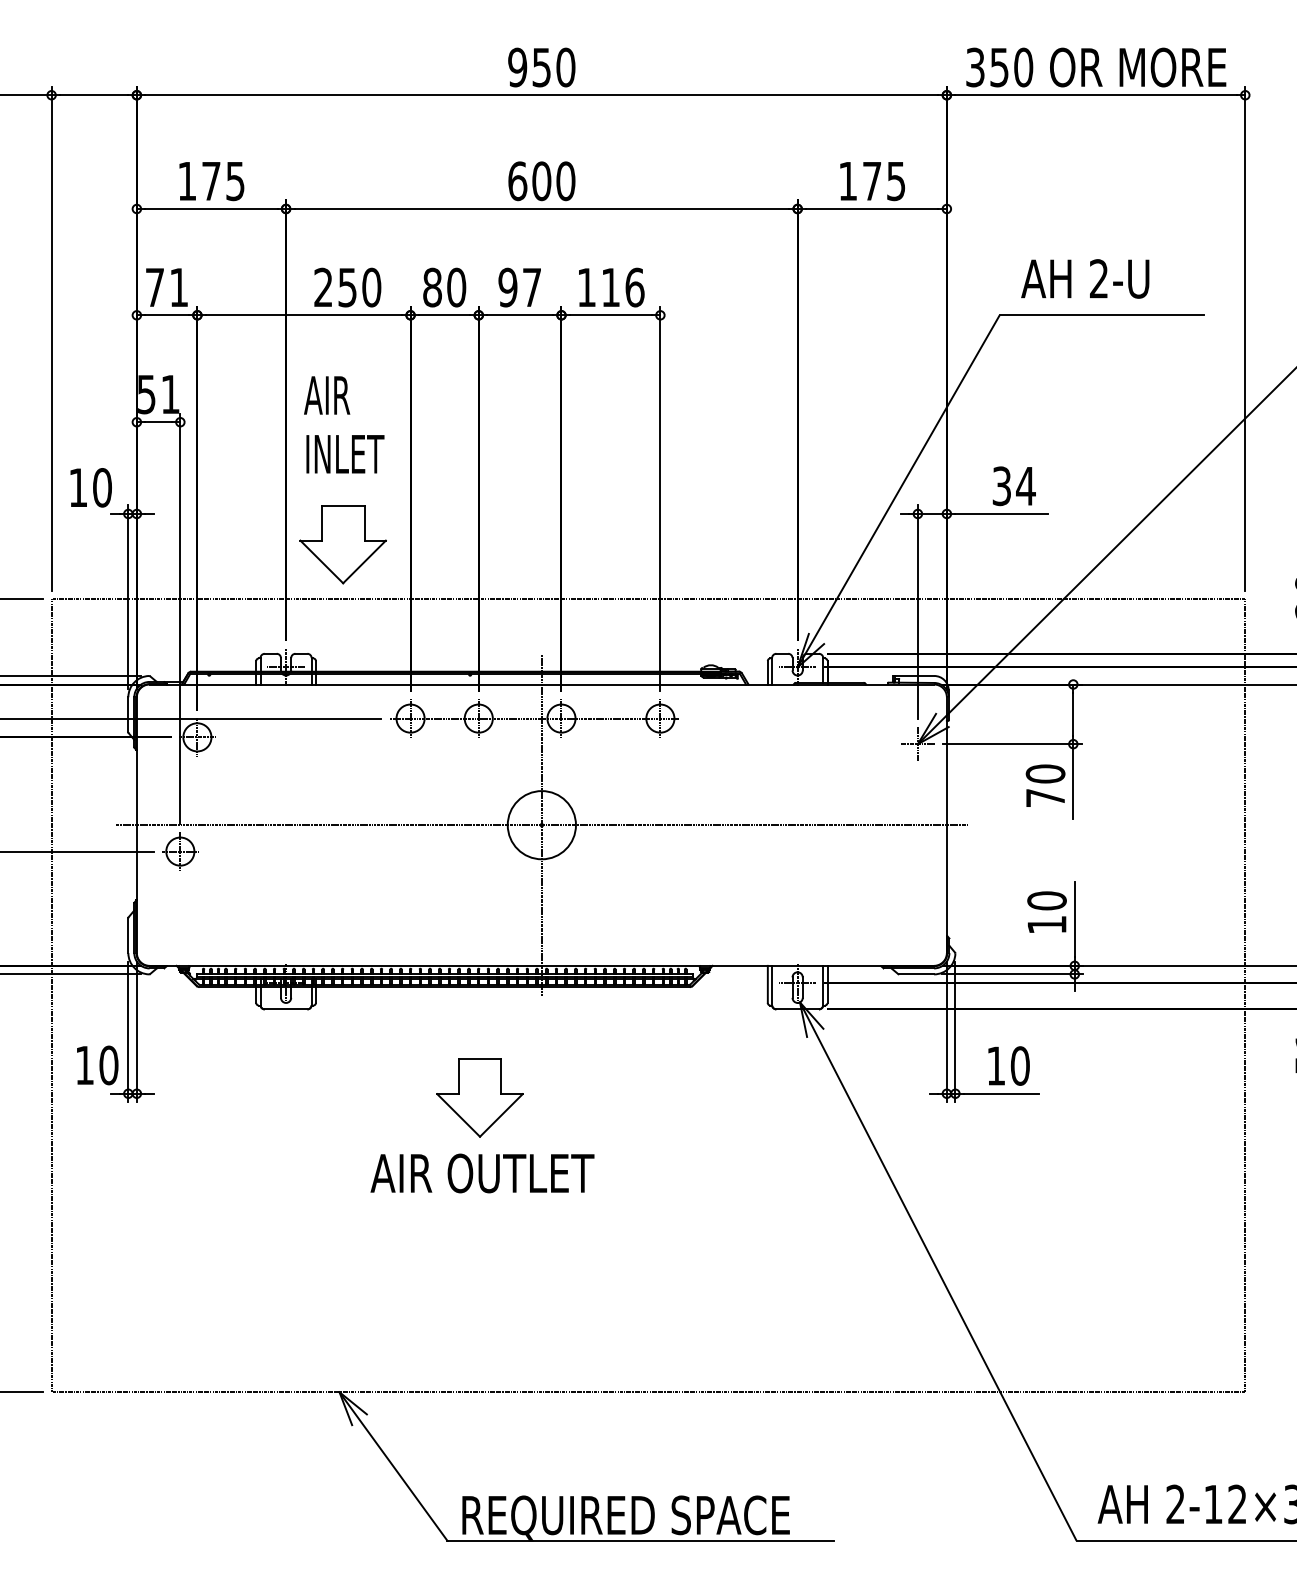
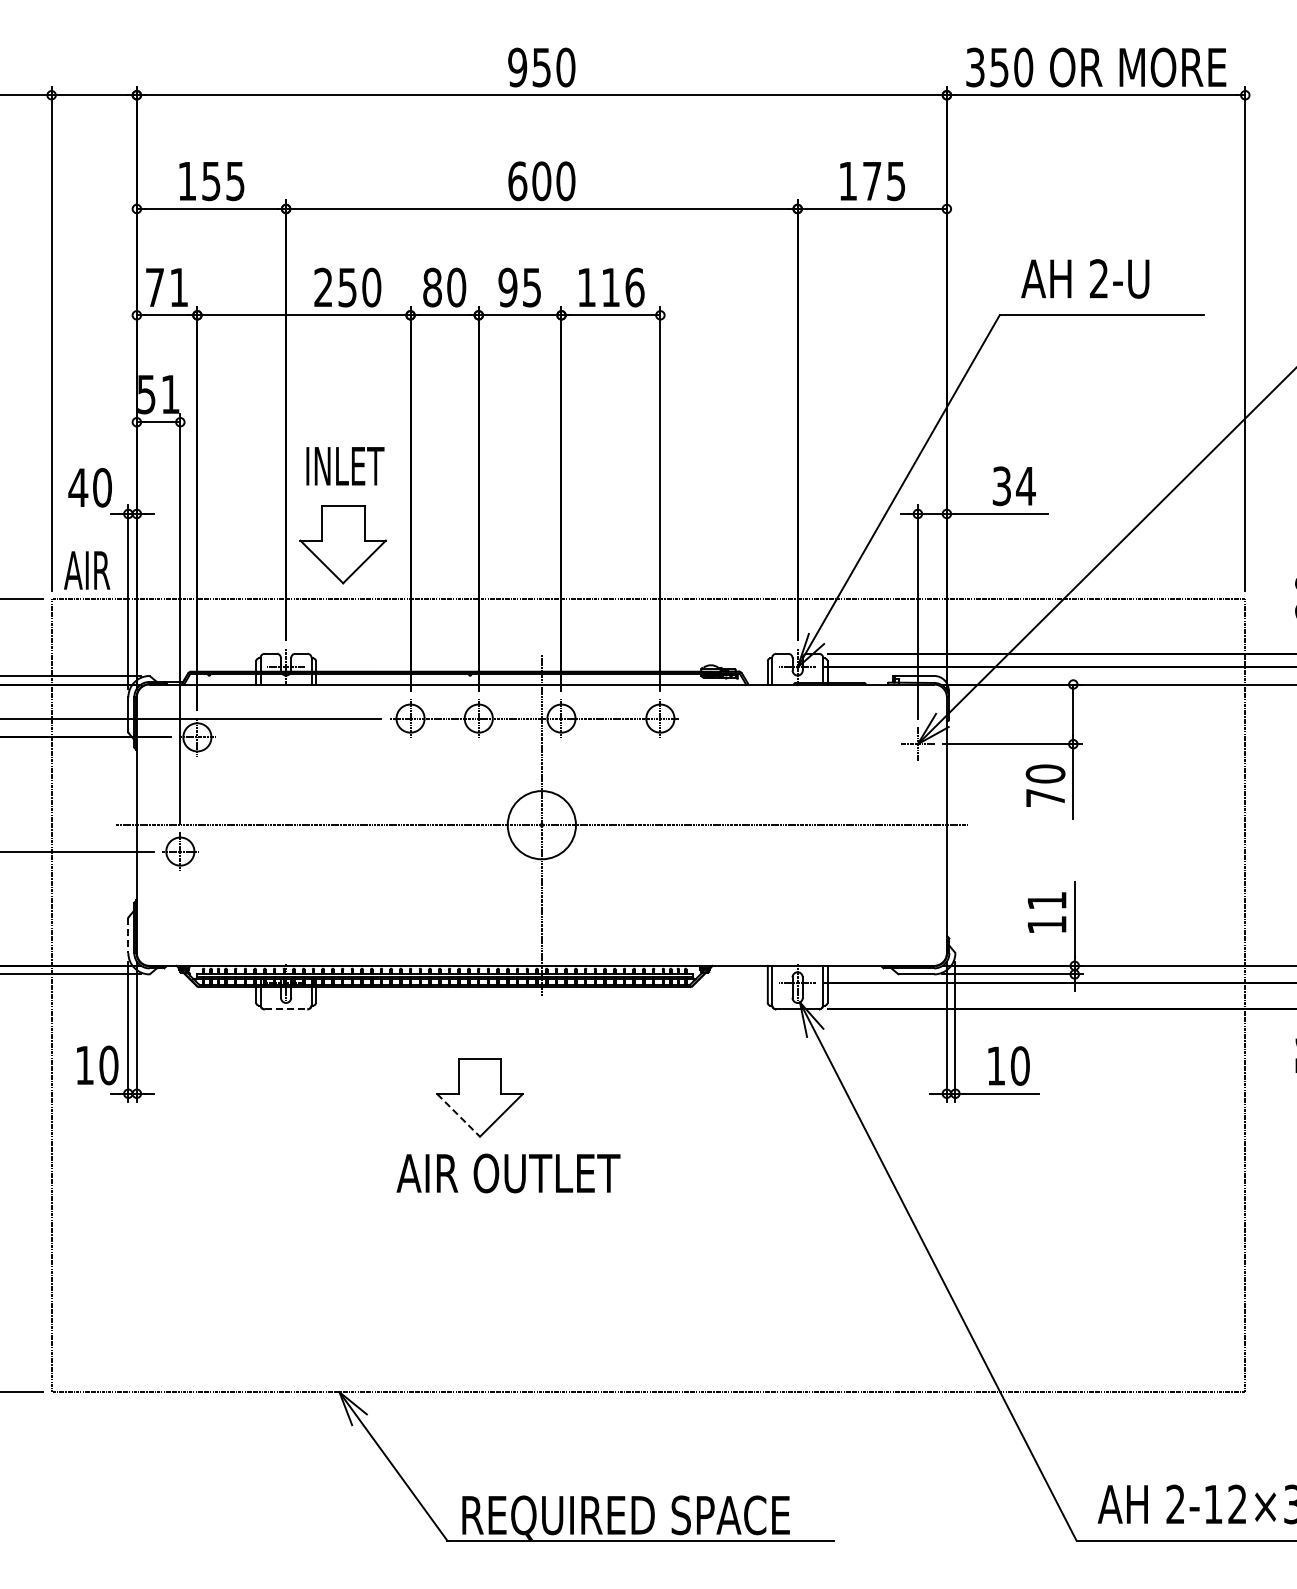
text at (211, 181): 175 -> 155
text at (531, 287): 97 -> 95
text at (327, 395) position: (327, 395) -> (87, 570)
text at (345, 454) position: (345, 454) -> (345, 466)
text at (78, 487): 10 -> 40
text at (1046, 900): 10 -> 11
line at (128, 936): solid -> dashed
line at (286, 1009): solid -> dashed
line at (459, 1115): solid -> dashed
text at (482, 1173) position: (482, 1173) -> (508, 1173)
